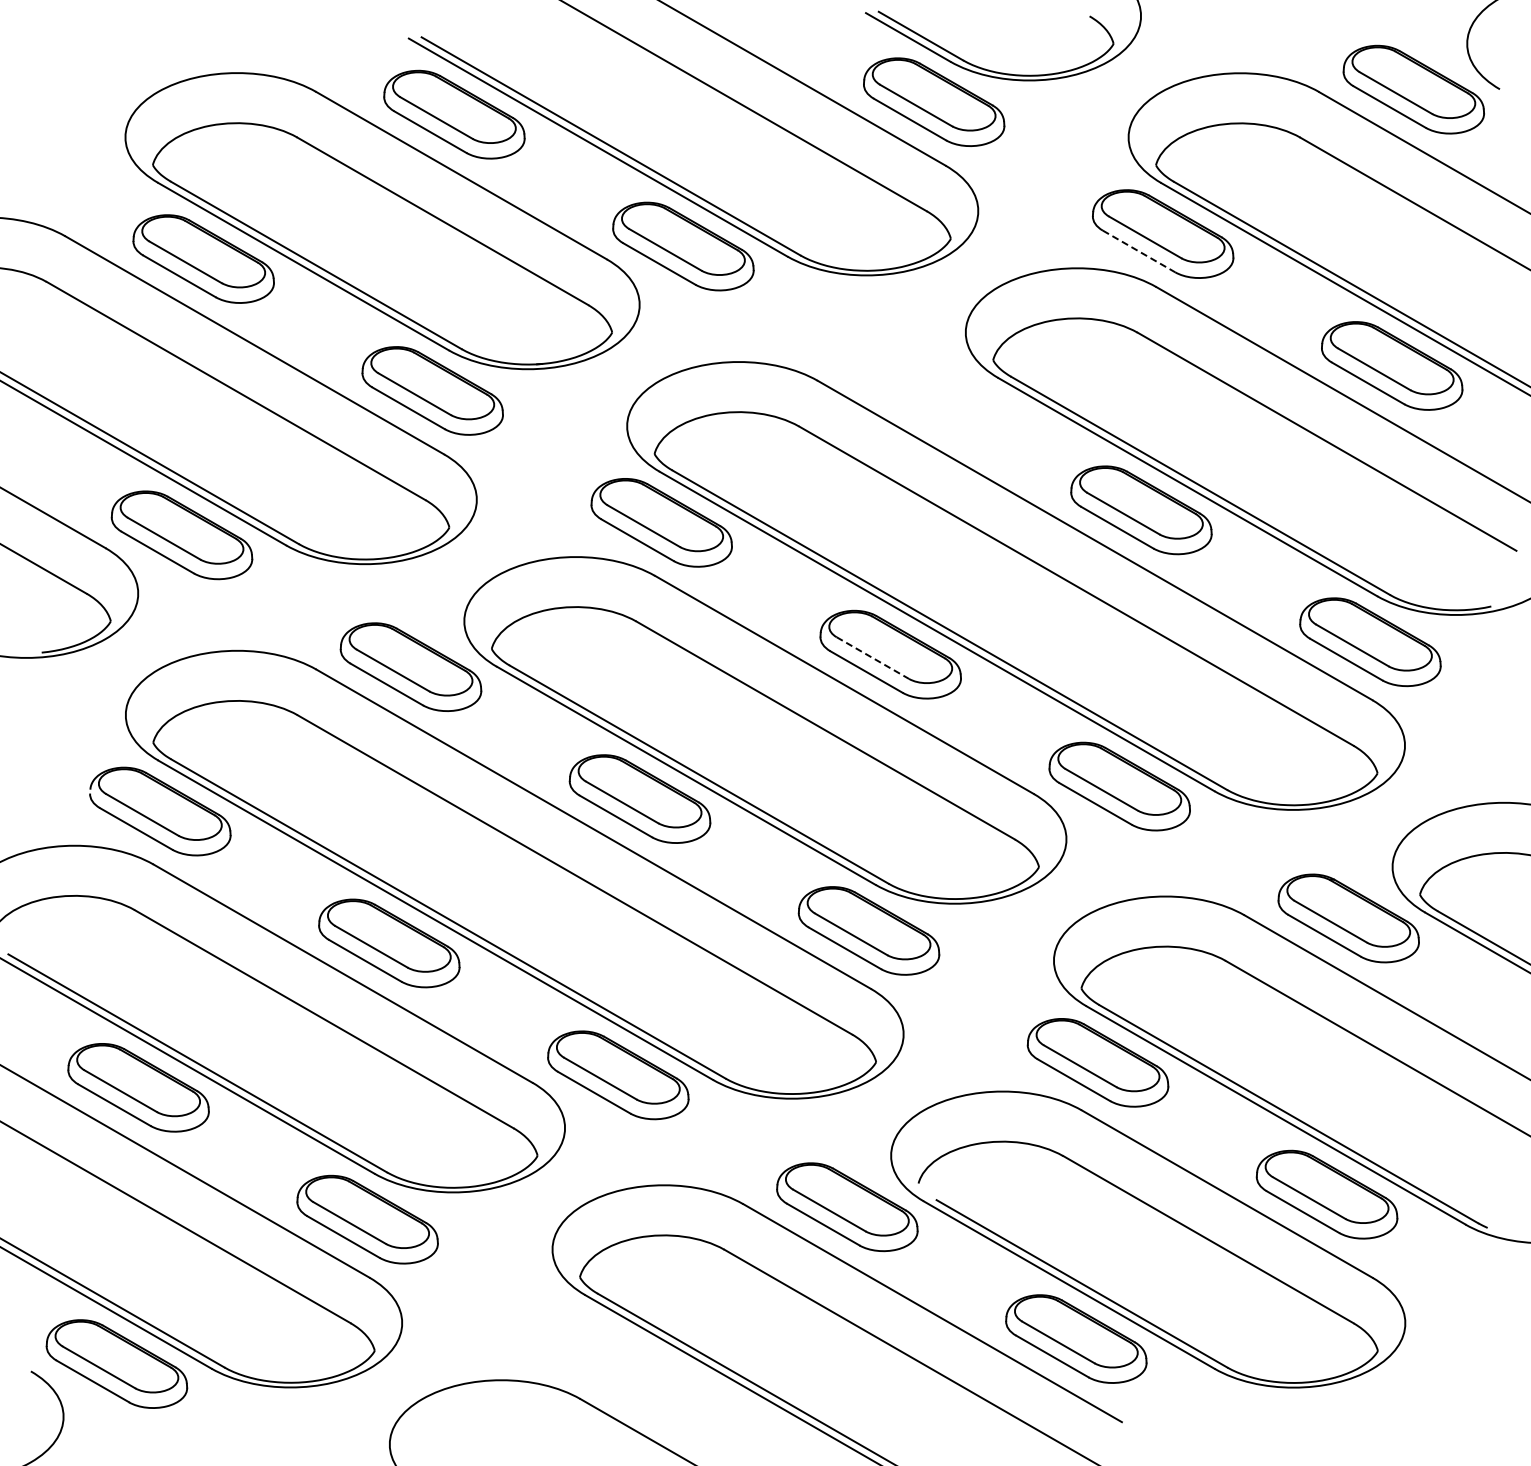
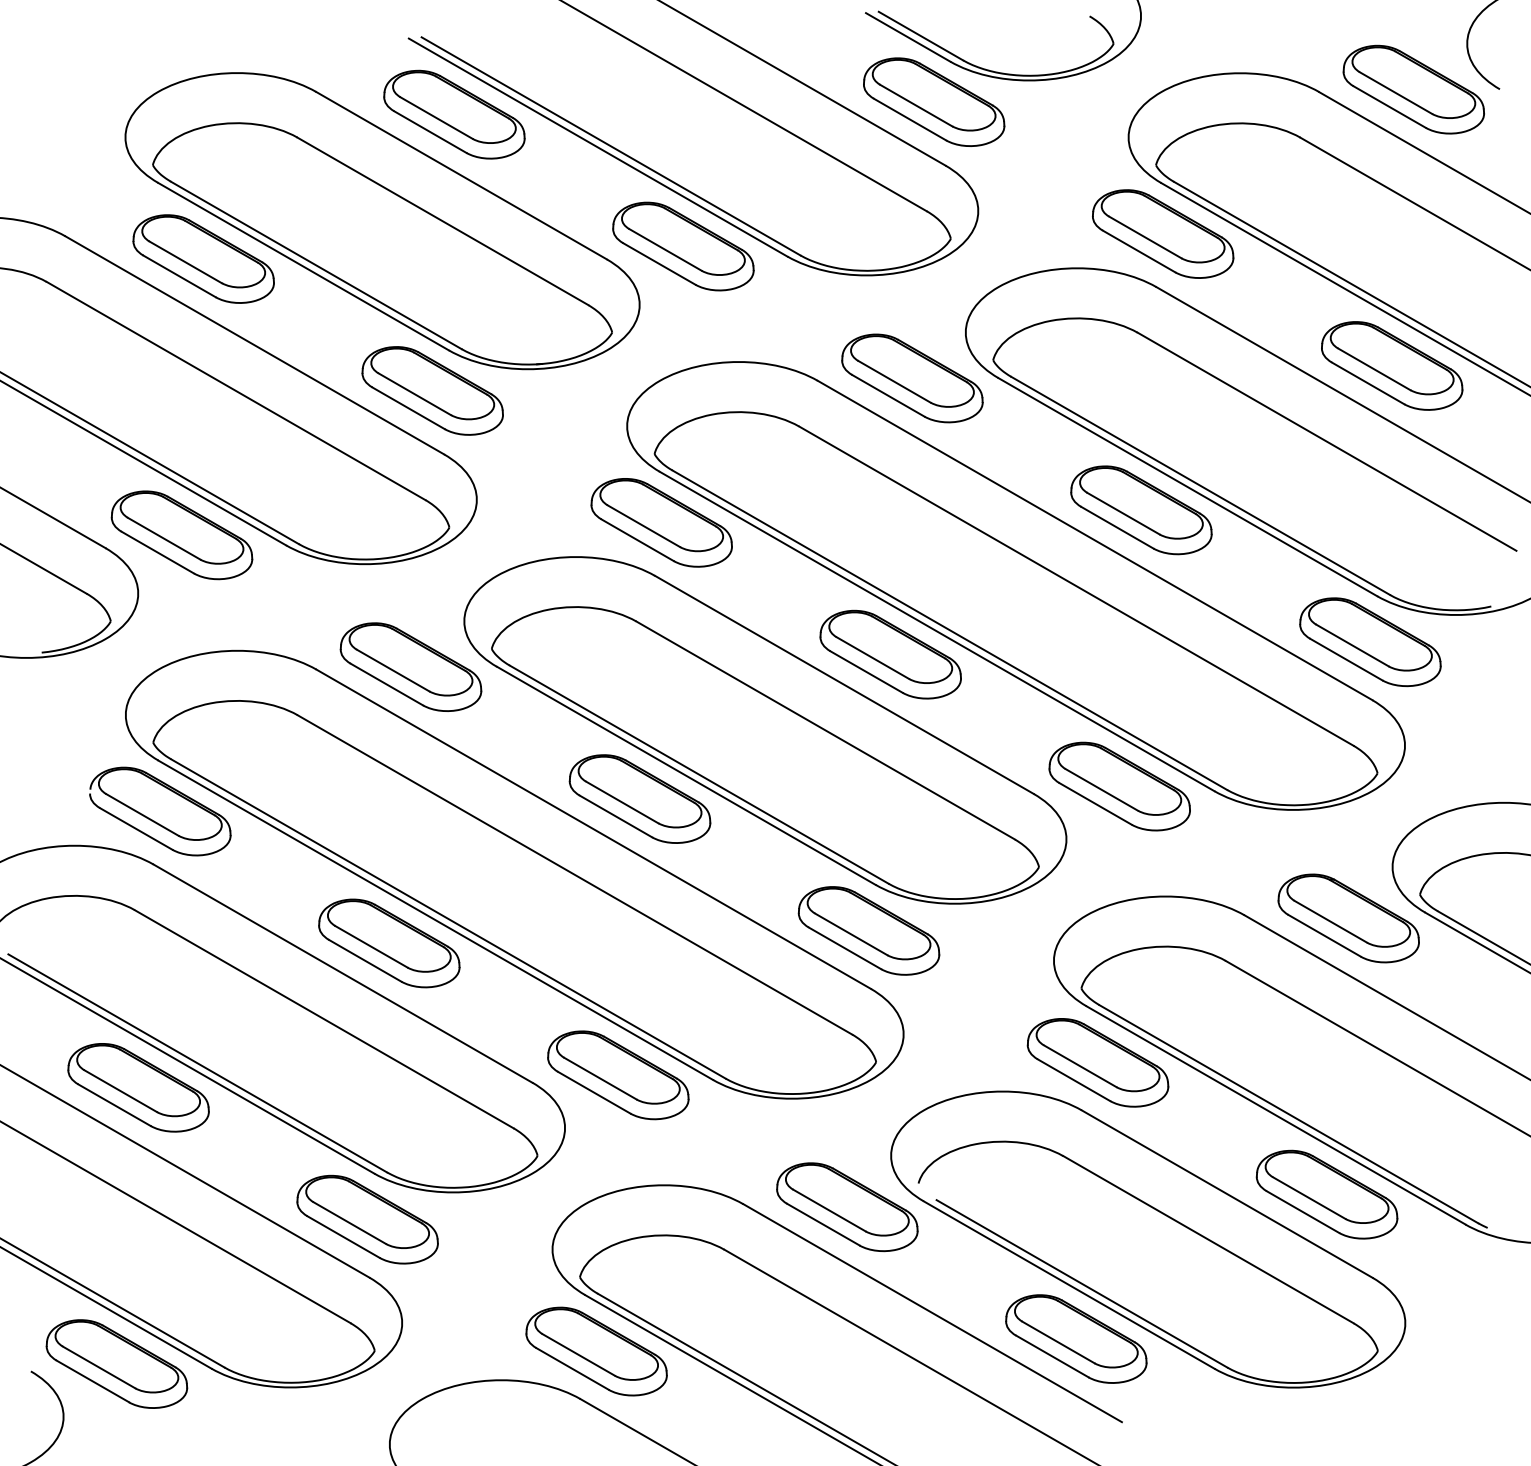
line at (1139, 251): dashed -> solid
part at (912, 378): none -> present
line at (872, 658): dashed -> solid
part at (596, 1351): none -> present
